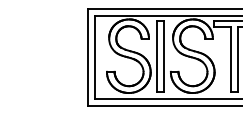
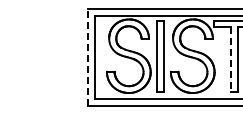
line at (87, 57): solid -> dashed
line at (230, 59): solid -> dashed
